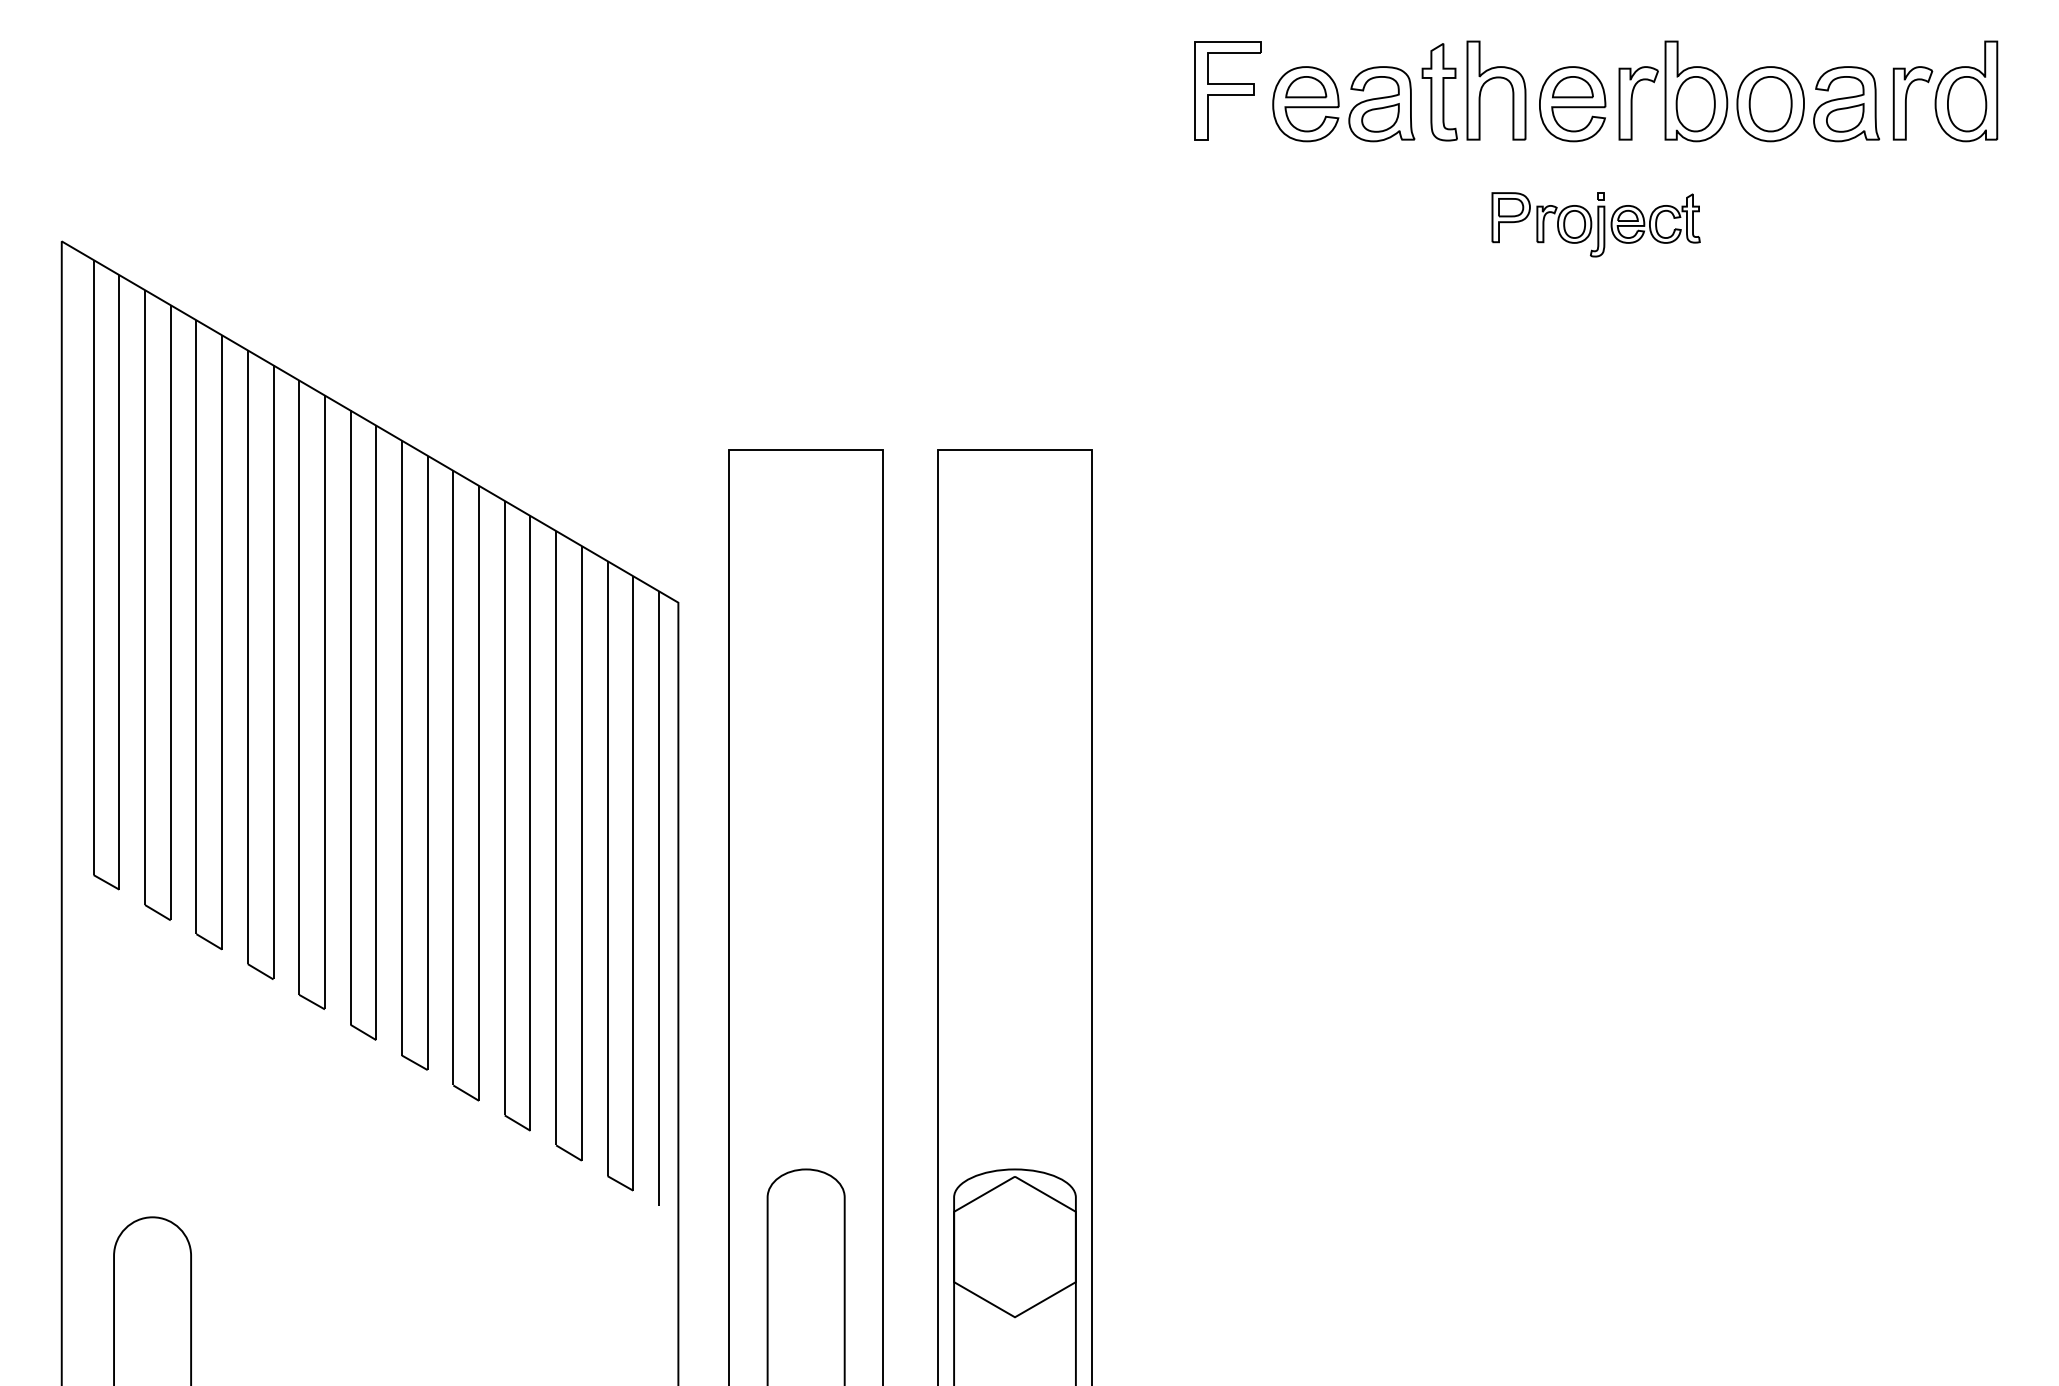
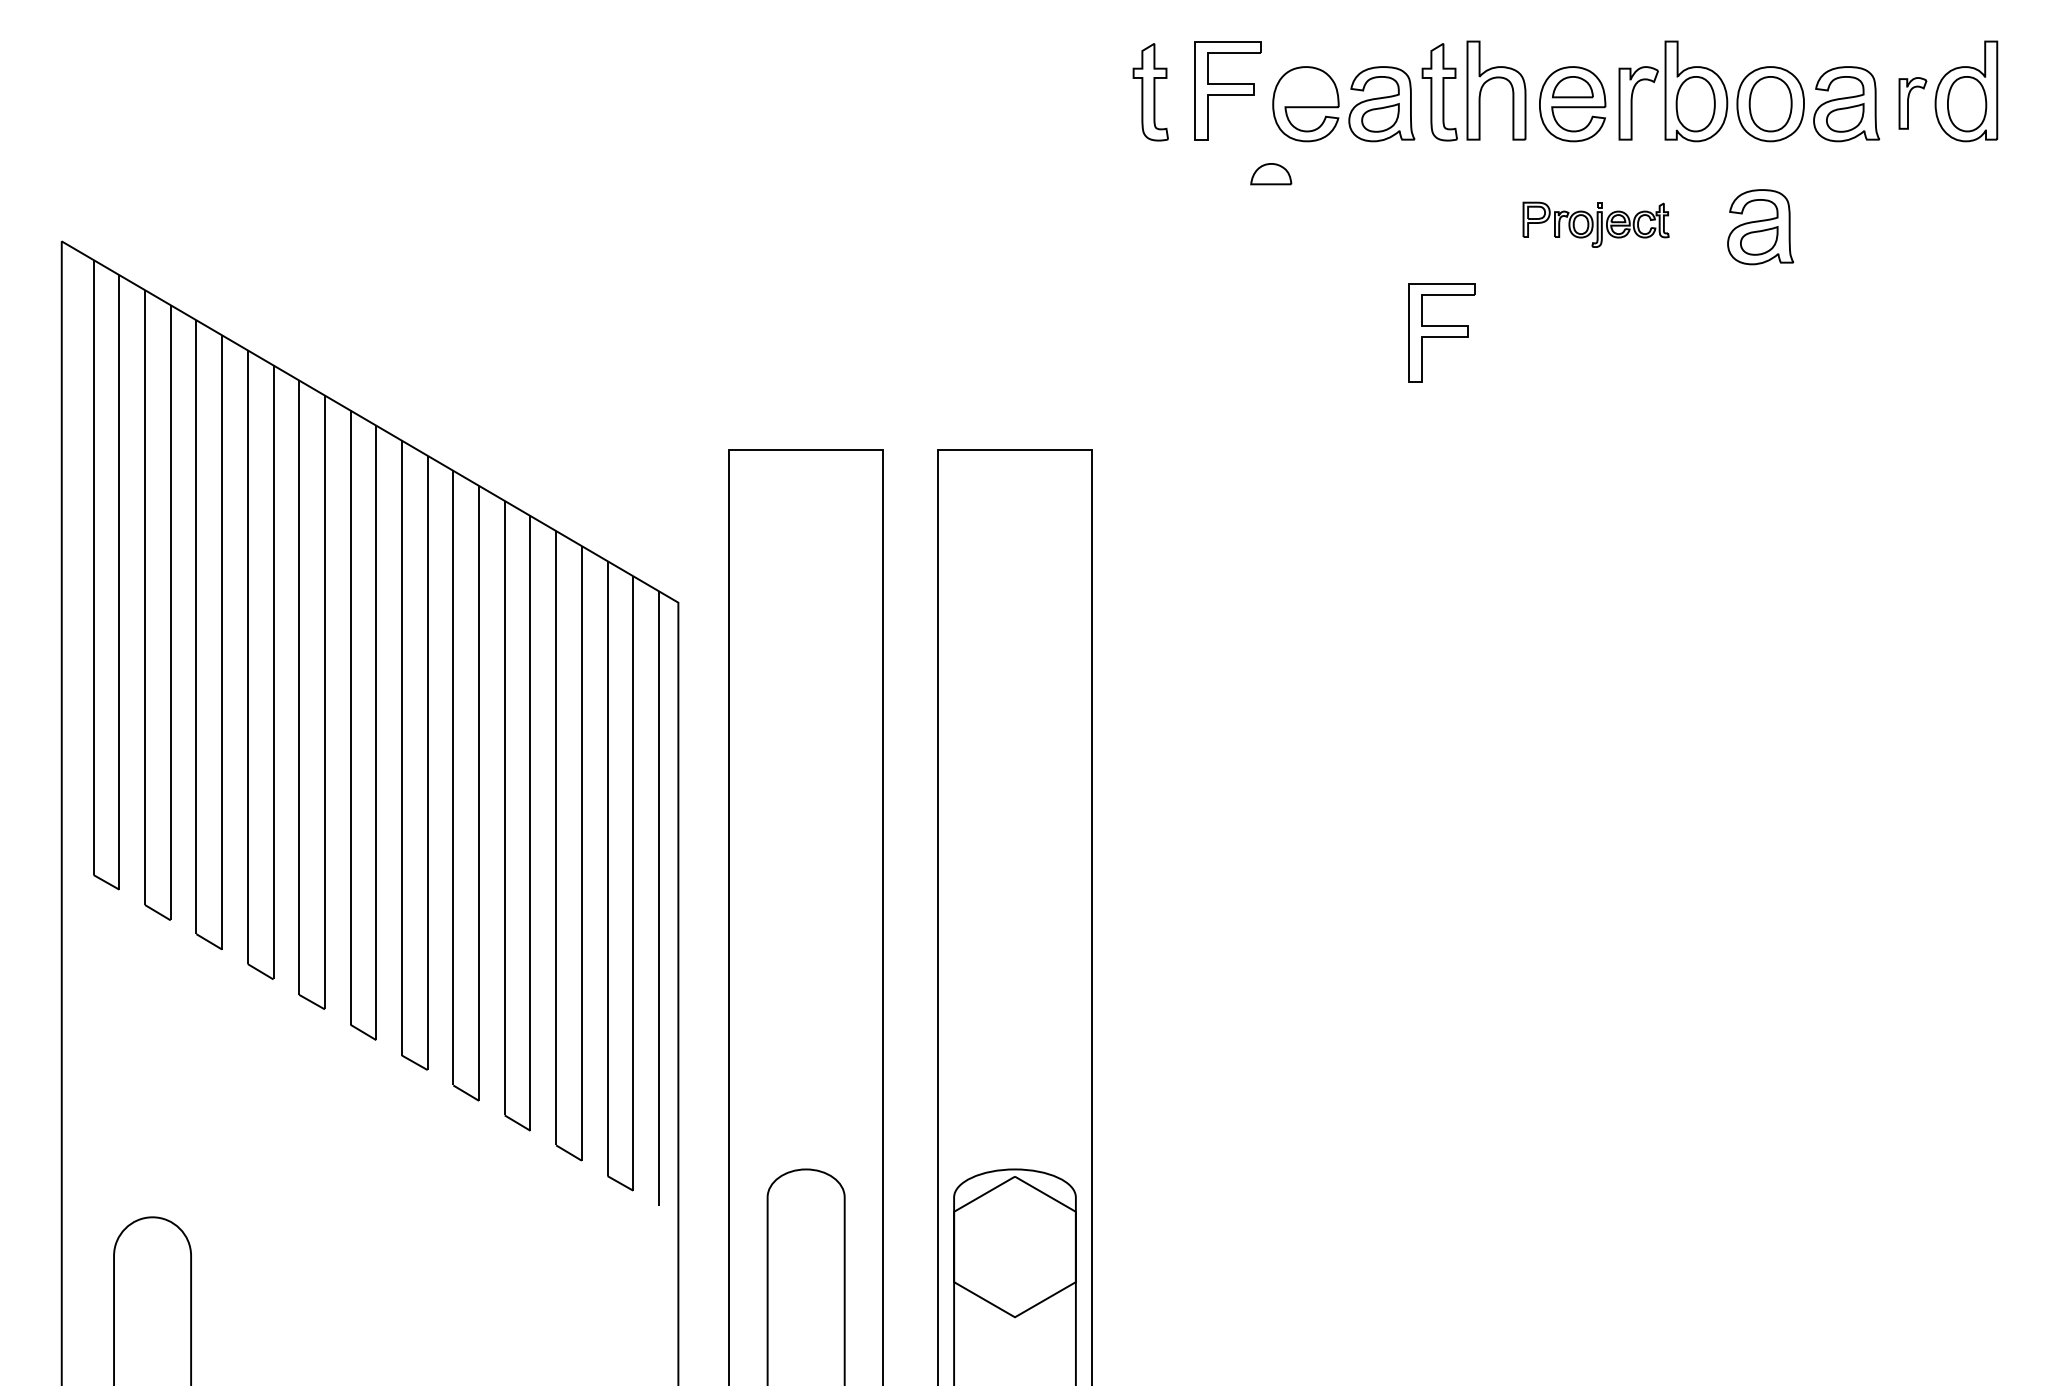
part at (1306, 87) position: (1306, 87) -> (1271, 174)
part at (1150, 92): none -> present
part at (1912, 103) size: 42x75 px -> 30x53 px
part at (1595, 224) size: 210x66 px -> 148x47 px
part at (1760, 227): none -> present
part at (1441, 332): none -> present
